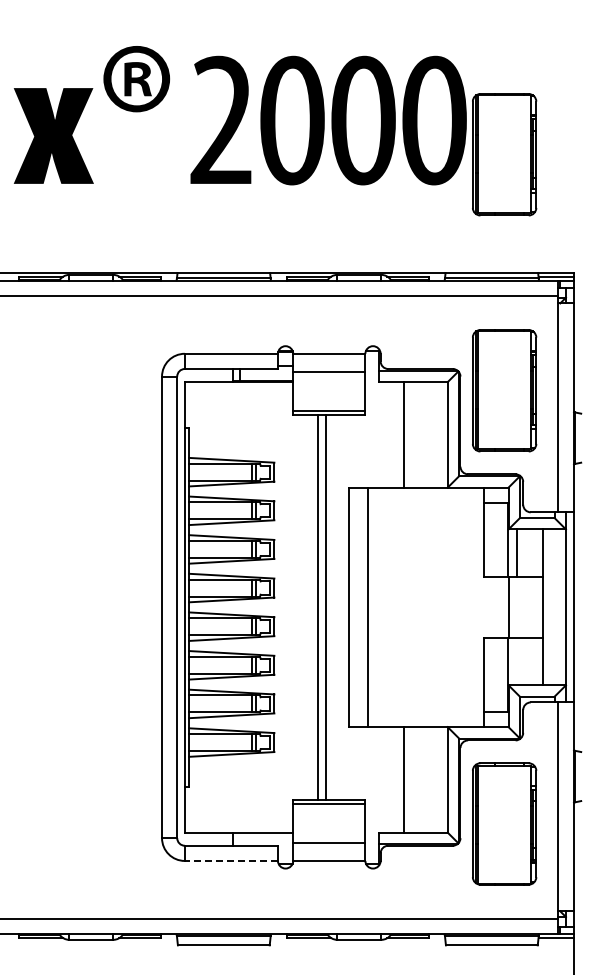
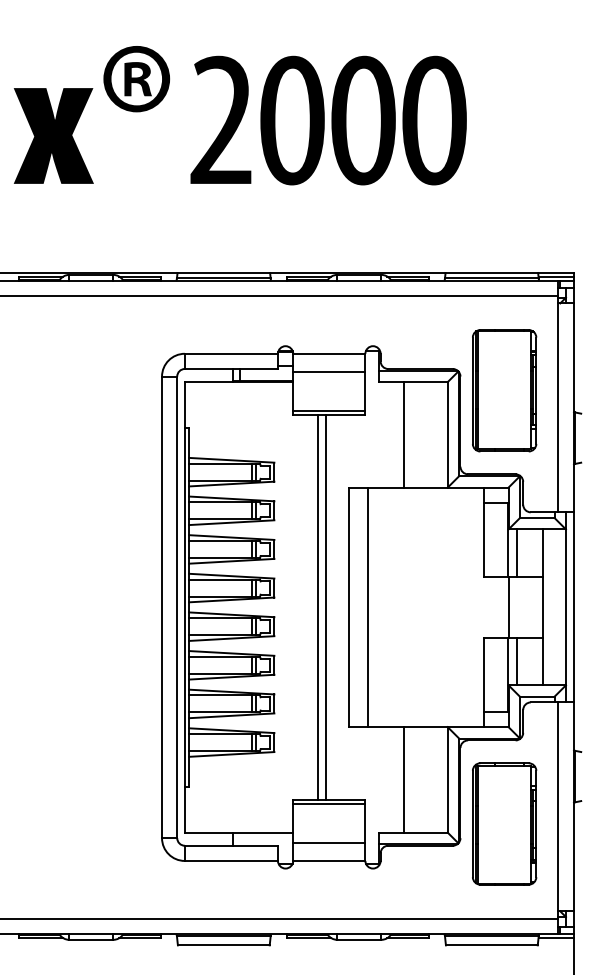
part at (504, 154): present -> none
line at (516, 661): none -> present
line at (231, 860): dashed -> solid
